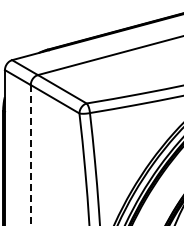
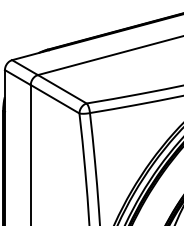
line at (30, 156): dashed -> solid
